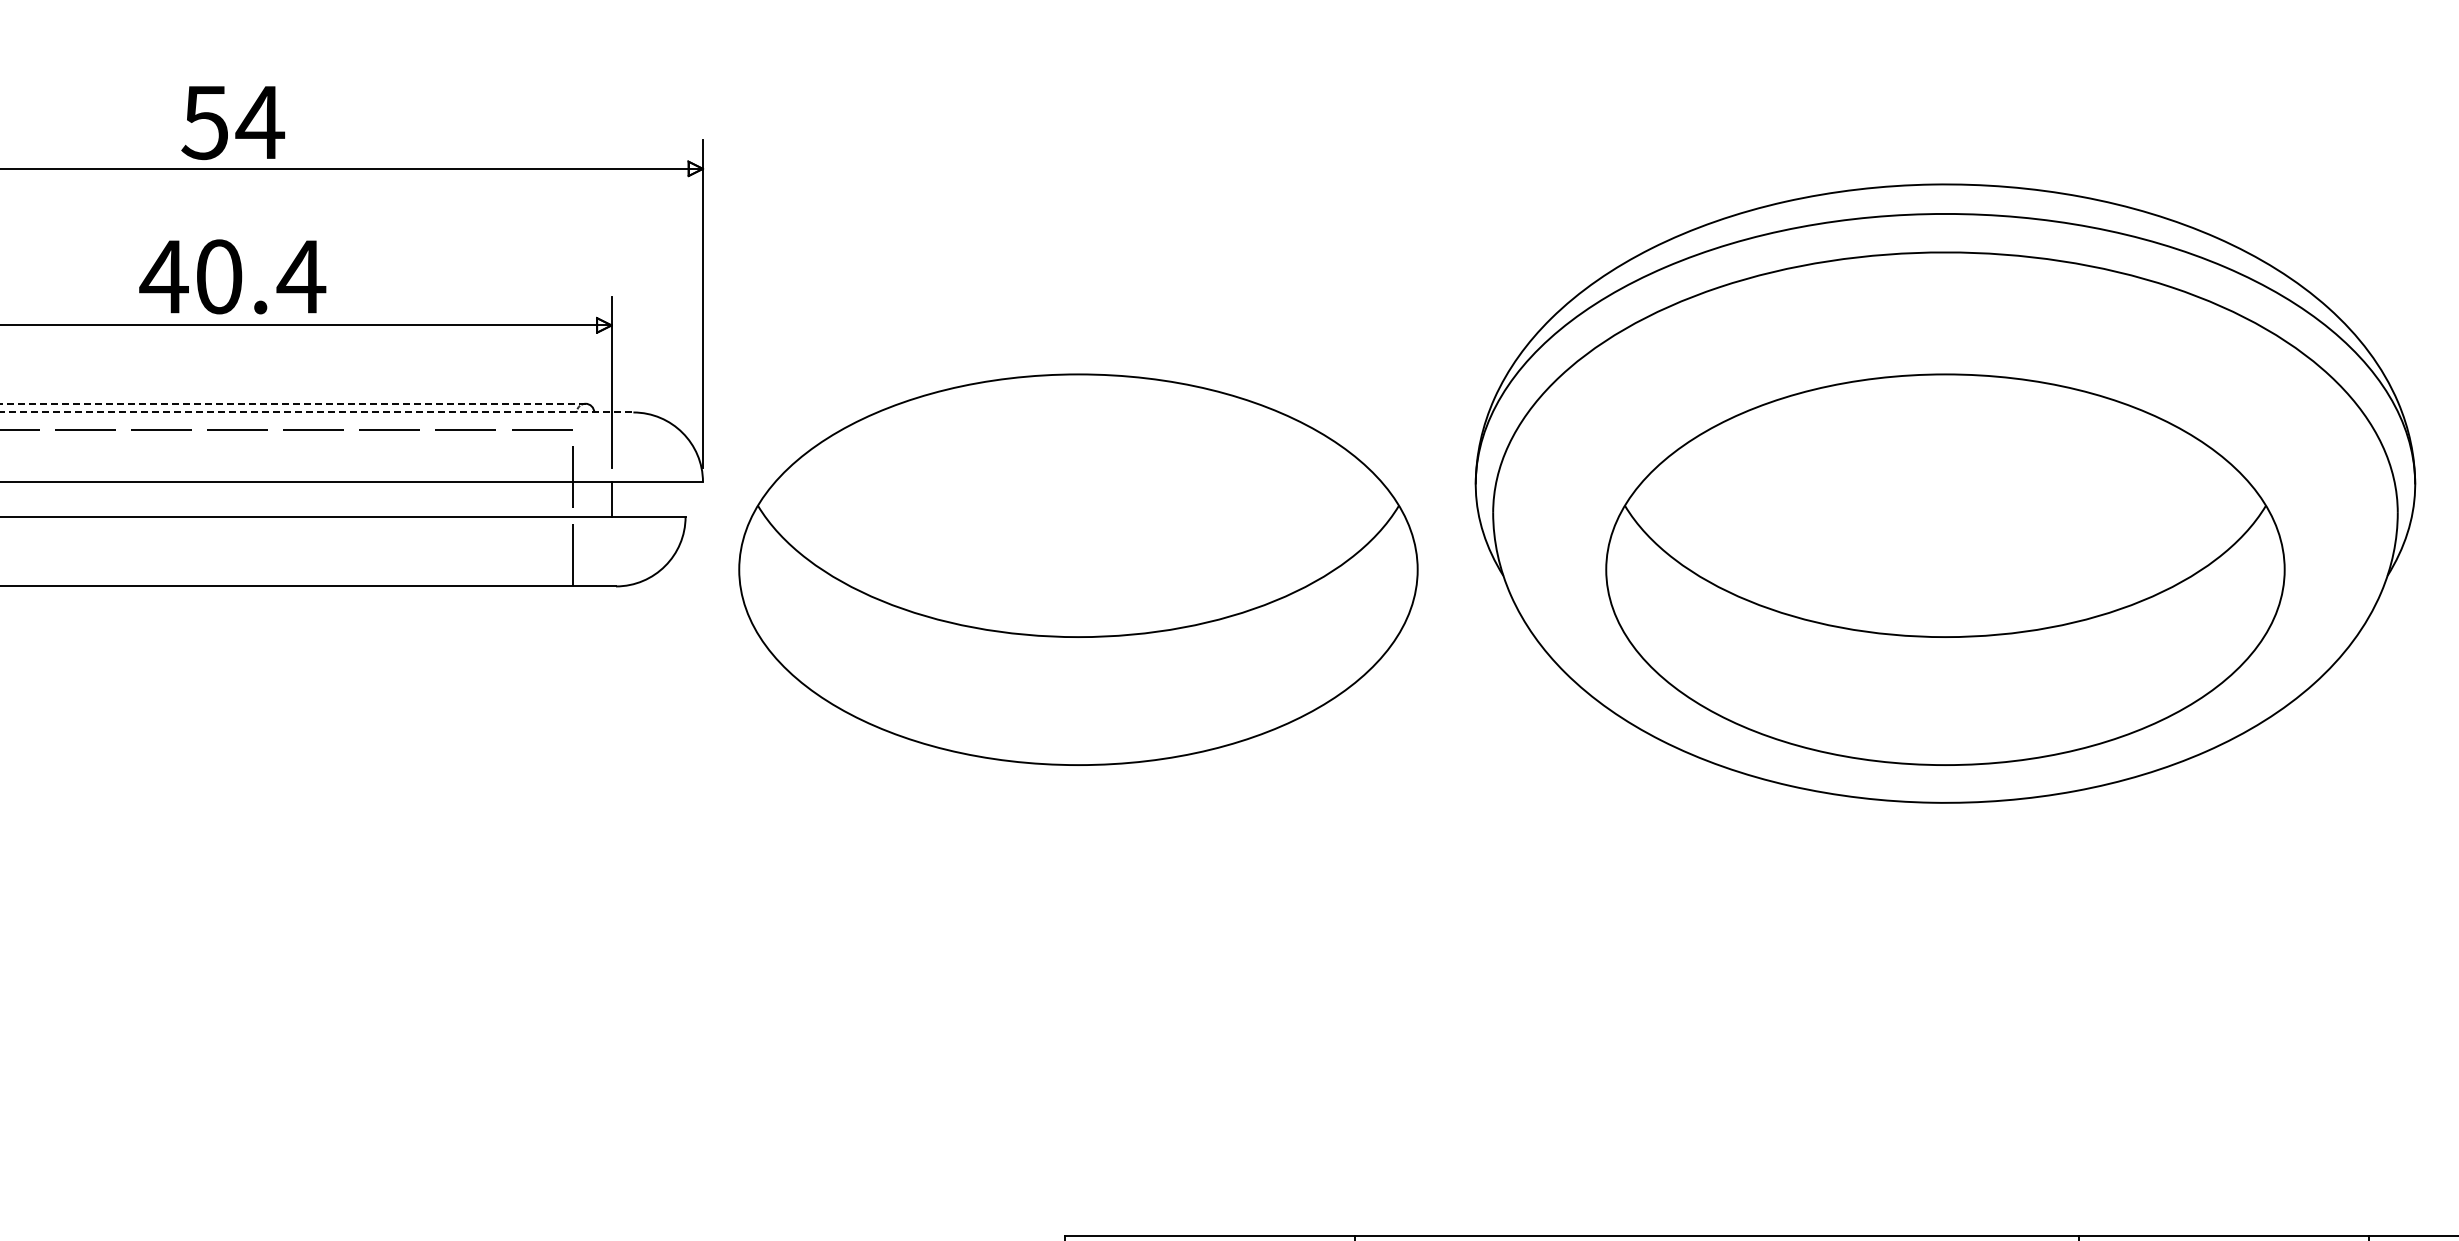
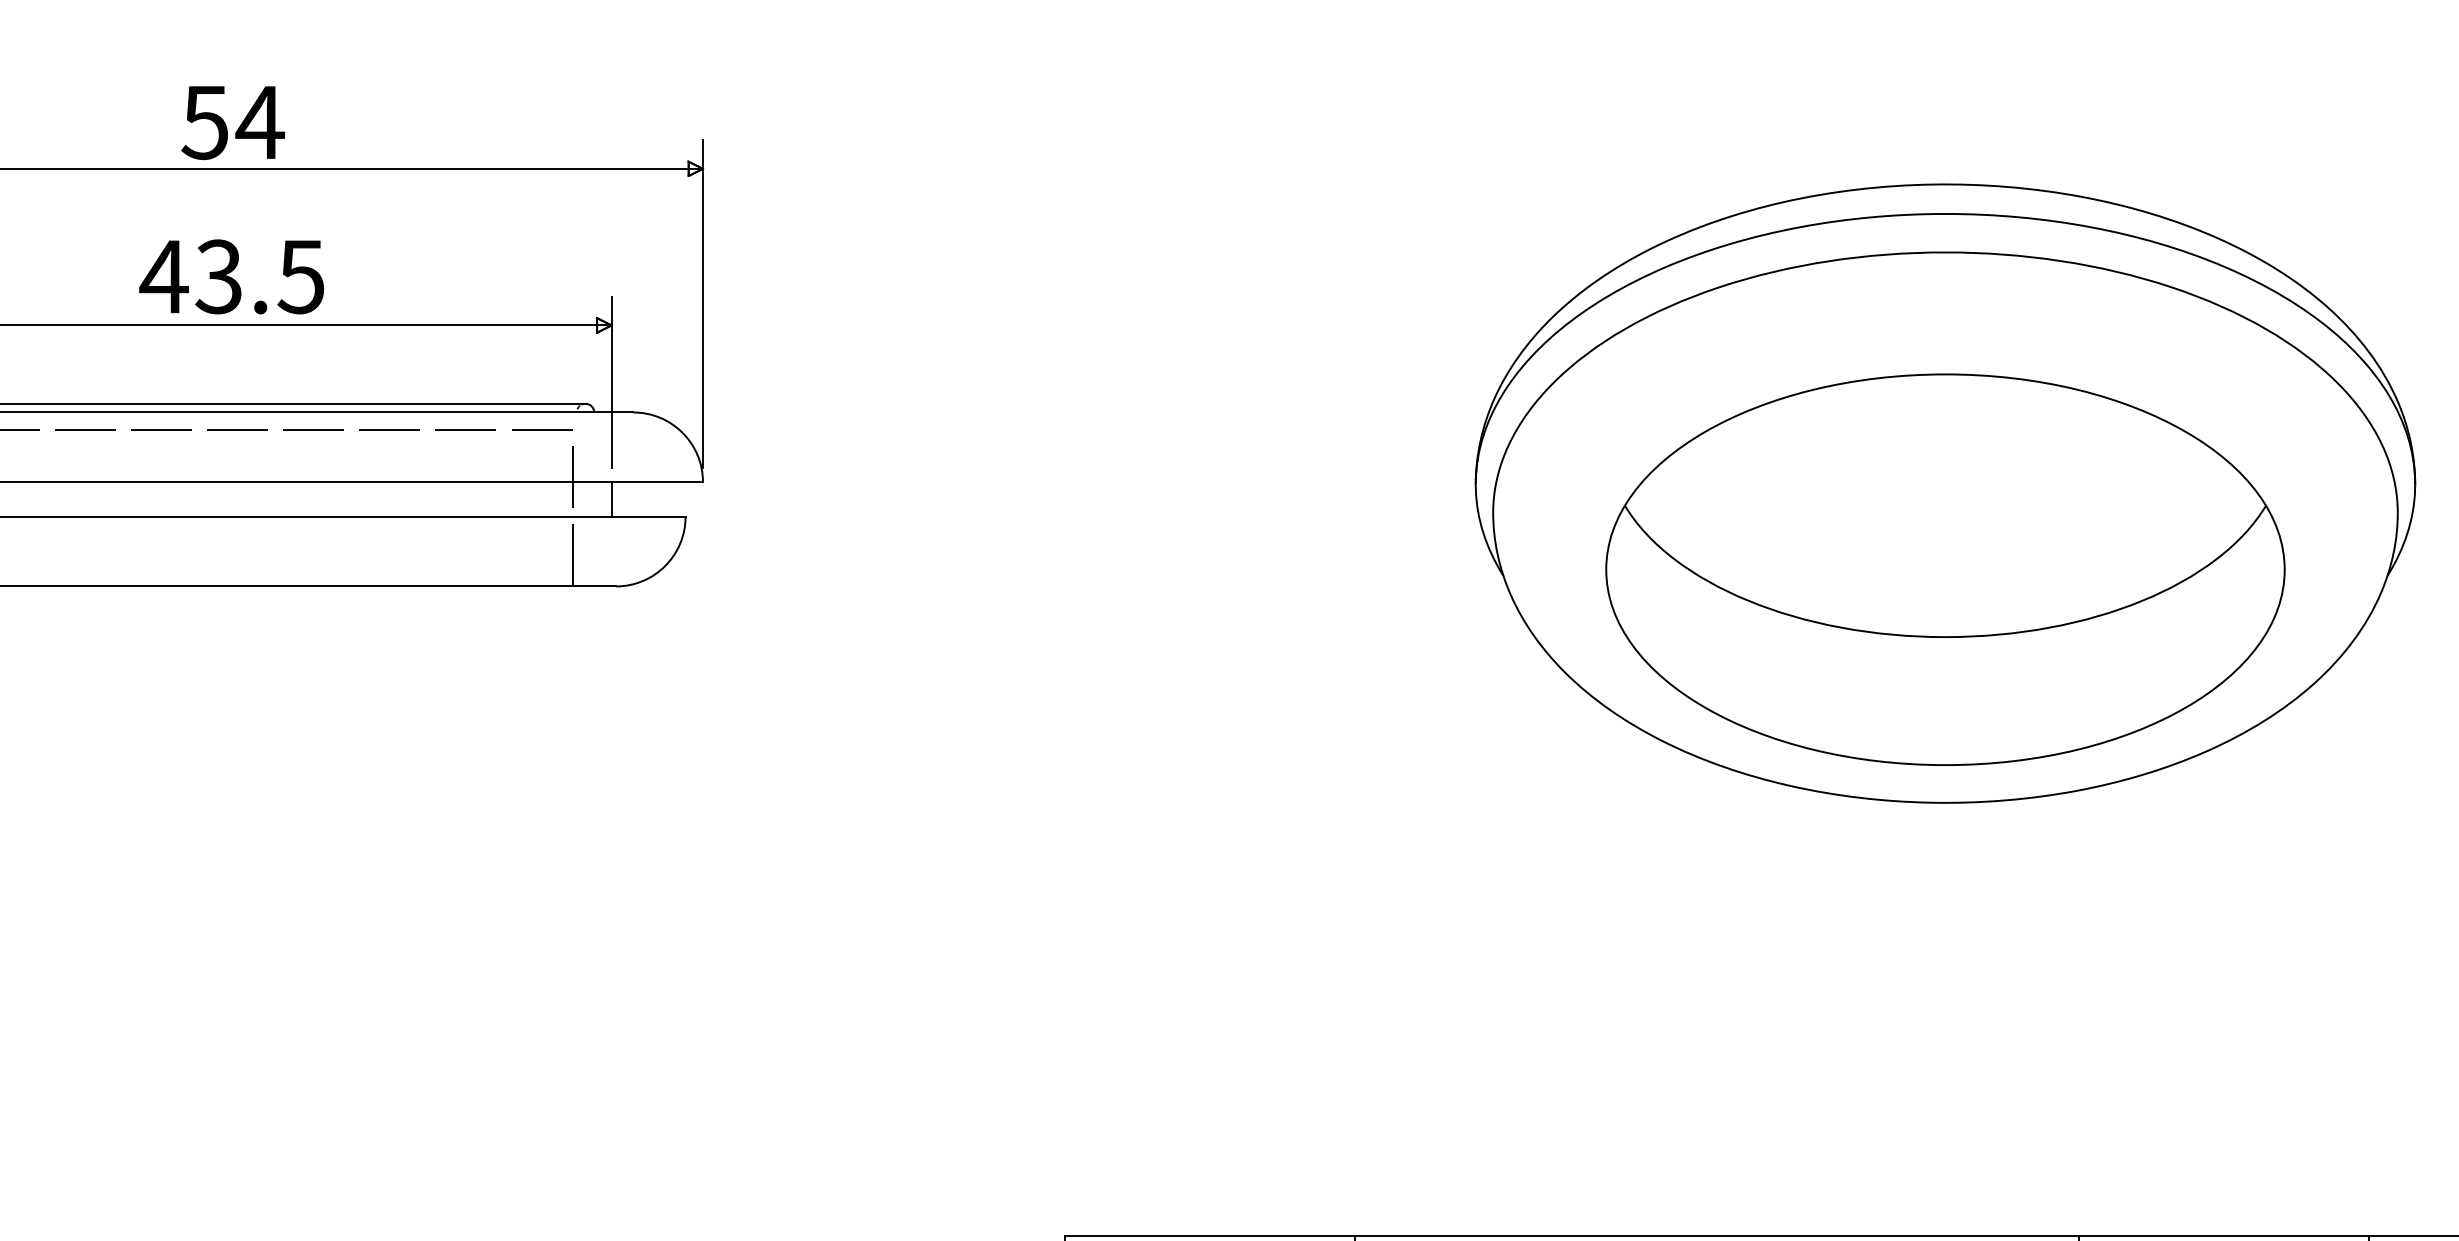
text at (260, 276): 40.4 -> 43.5
line at (292, 403): dashed -> solid
line at (316, 412): dashed -> solid
part at (1078, 569): present -> none
